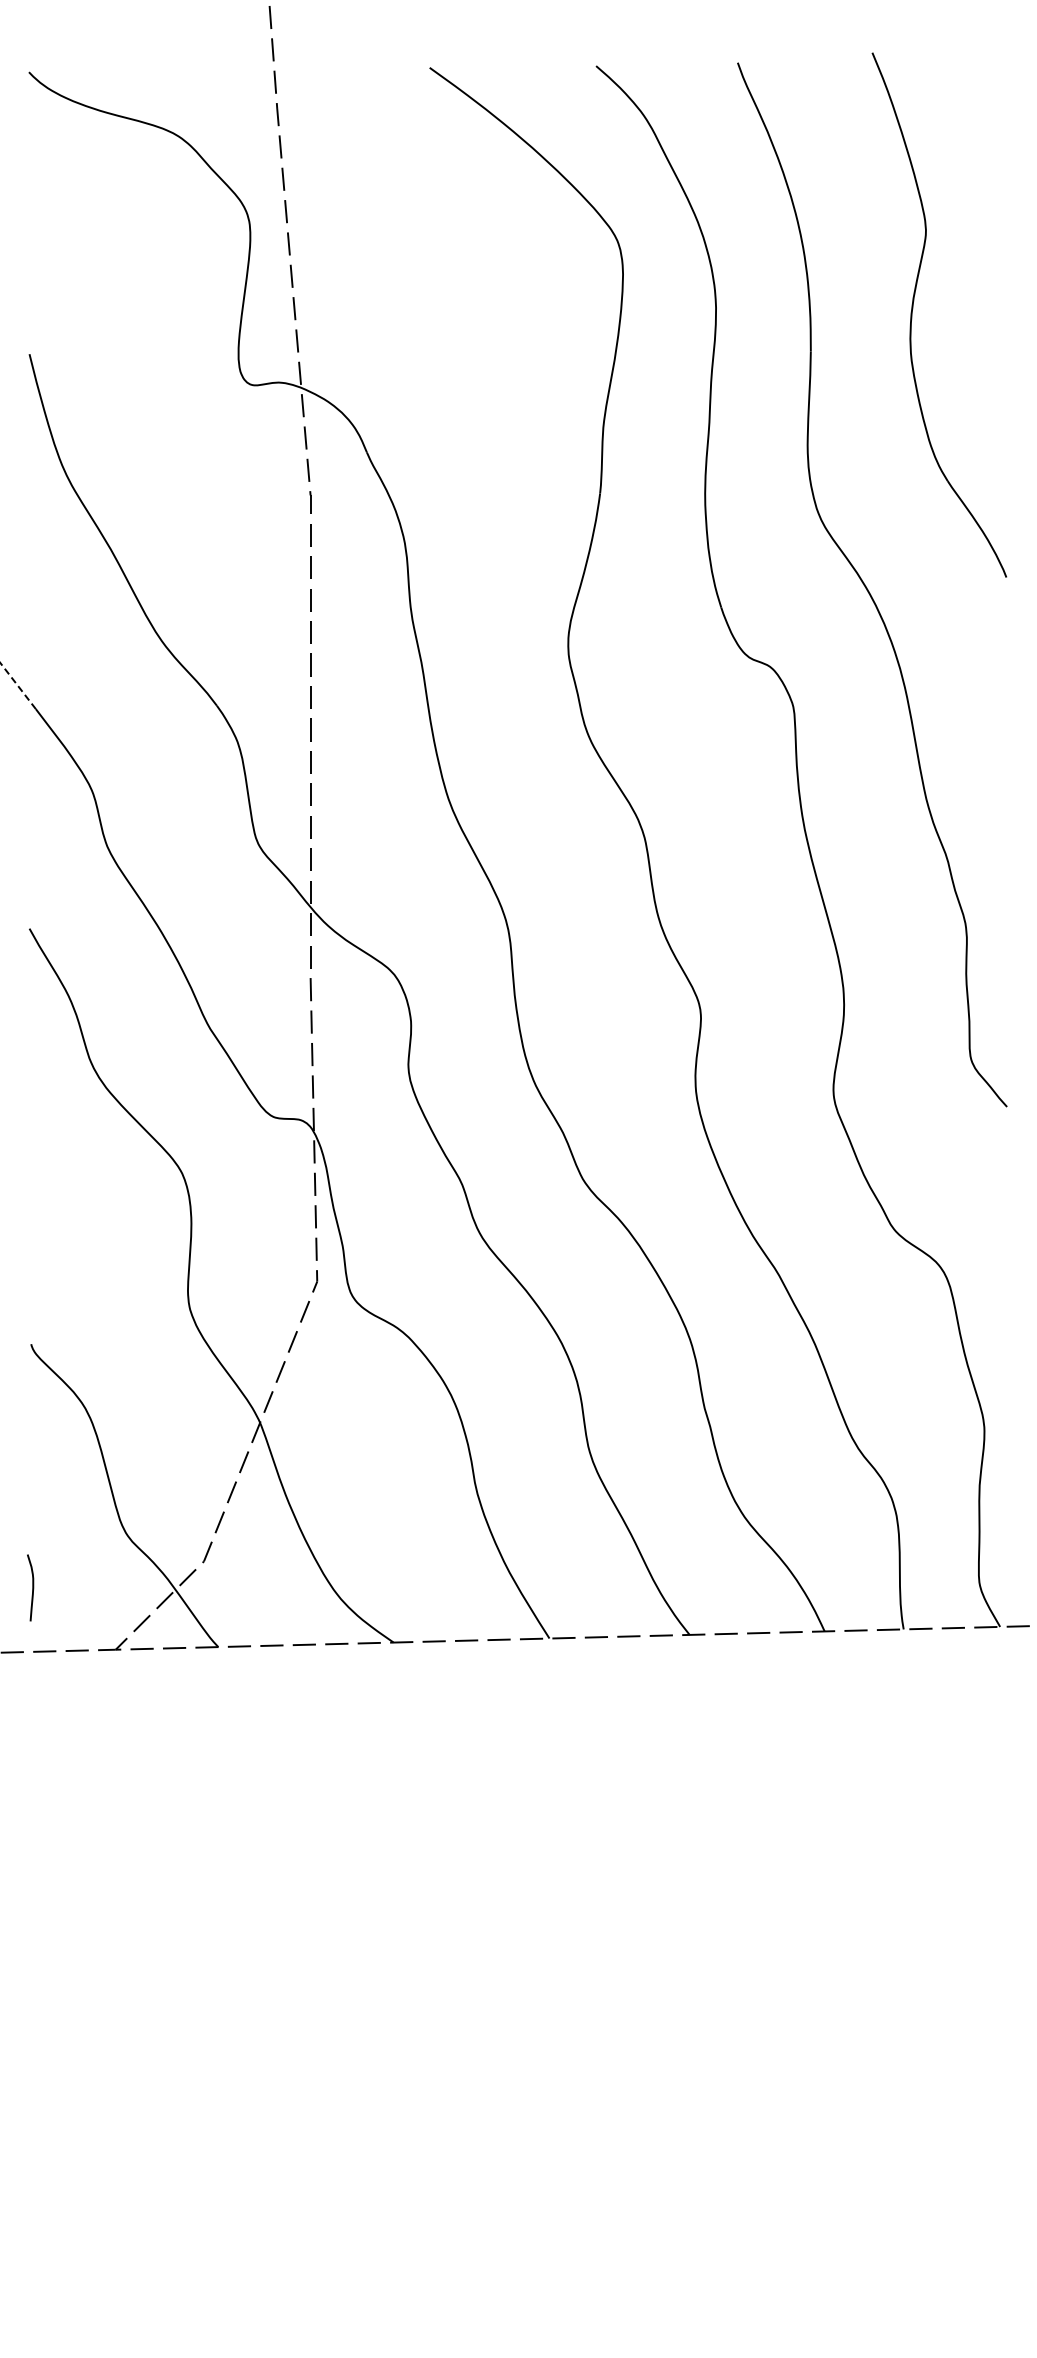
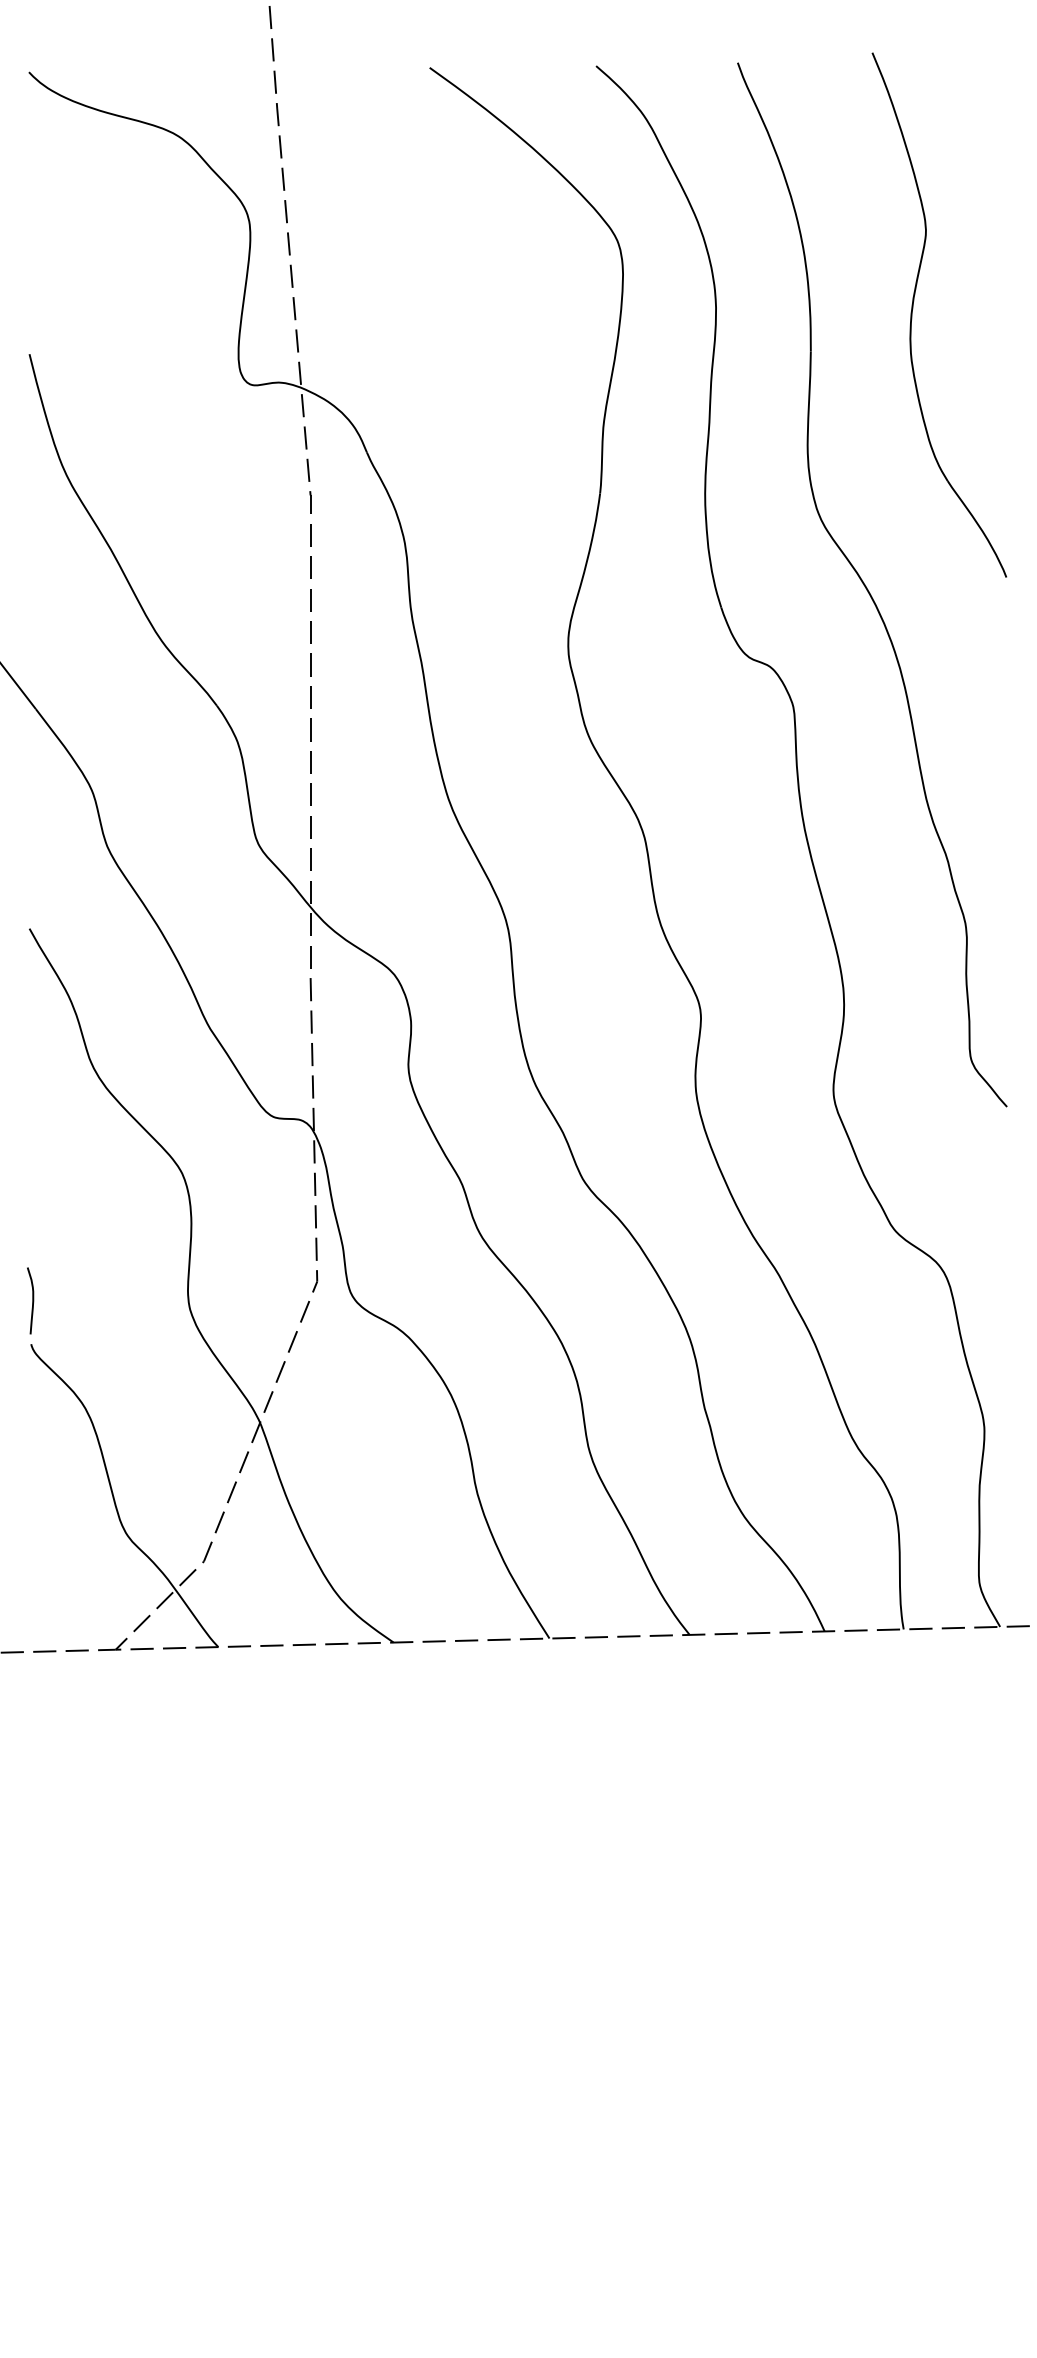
line at (17, 685): dashed -> solid
curve at (32, 1587) position: (32, 1587) -> (32, 1300)
